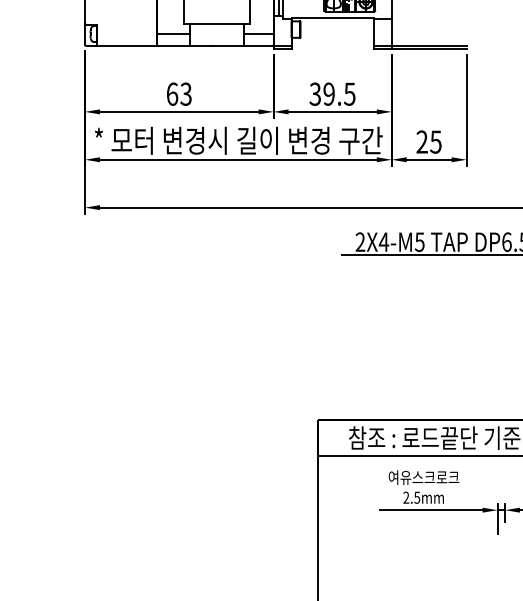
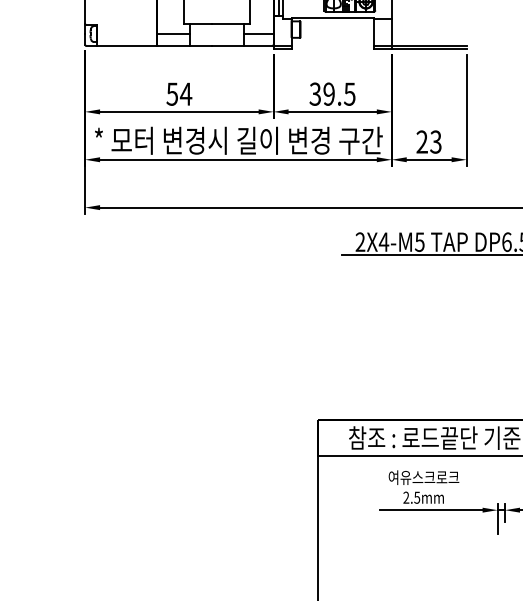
text at (179, 93): 63 -> 54
text at (435, 141): 25 -> 23
